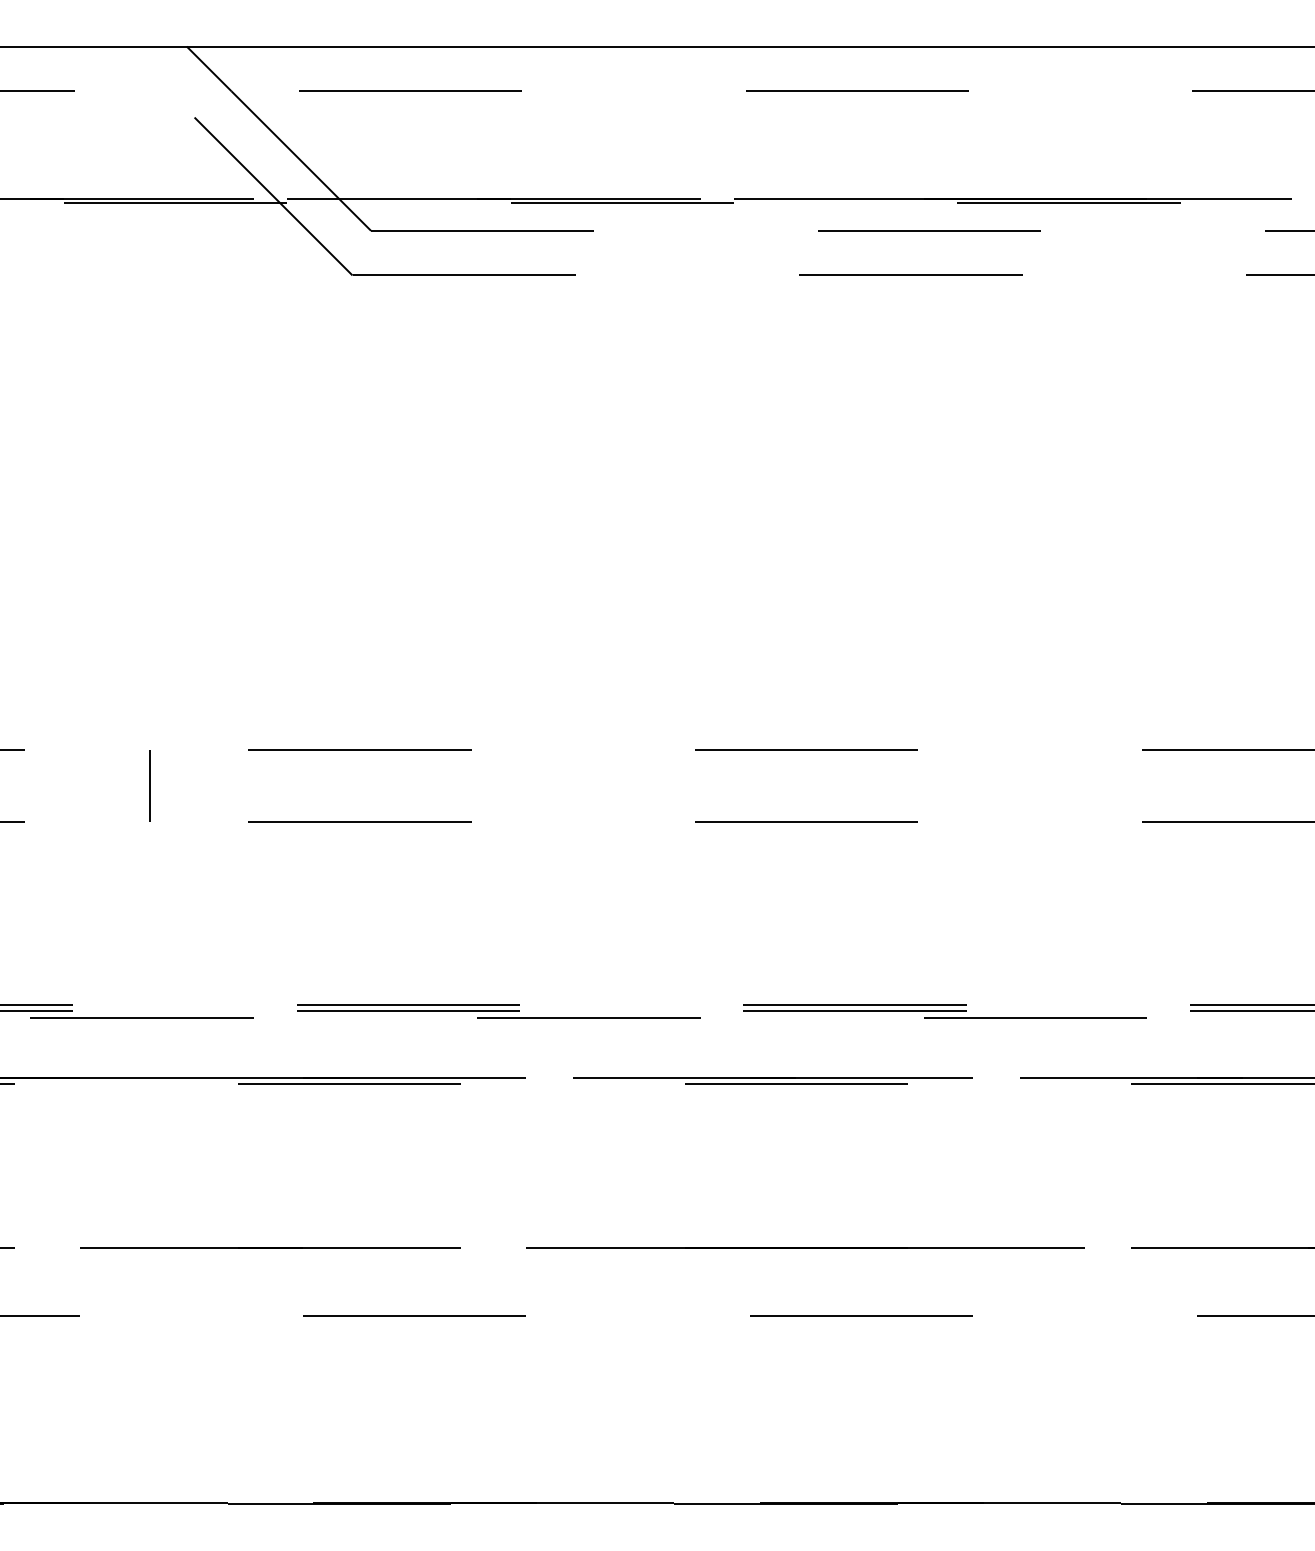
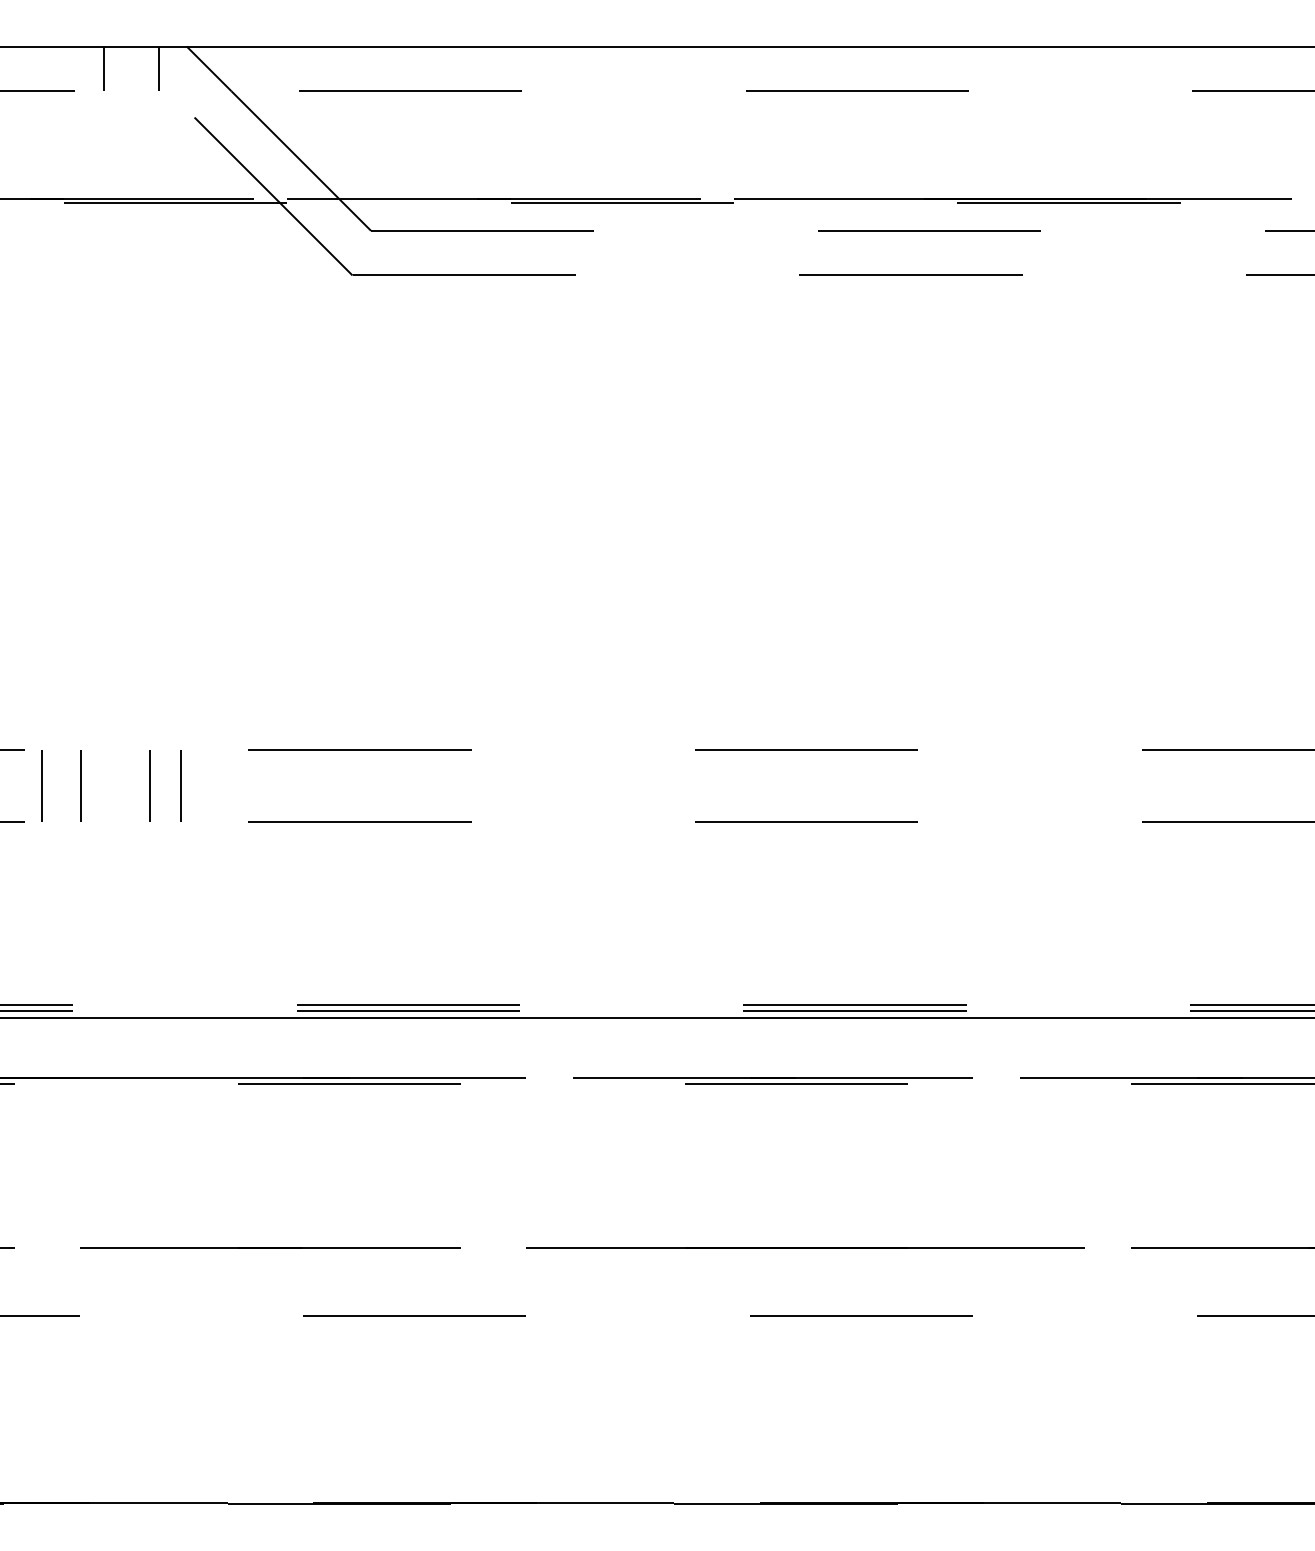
line at (103, 68): none -> present
line at (158, 68): none -> present
line at (41, 785): none -> present
line at (80, 785): none -> present
line at (181, 785): none -> present
line at (657, 1018): dashed -> solid
